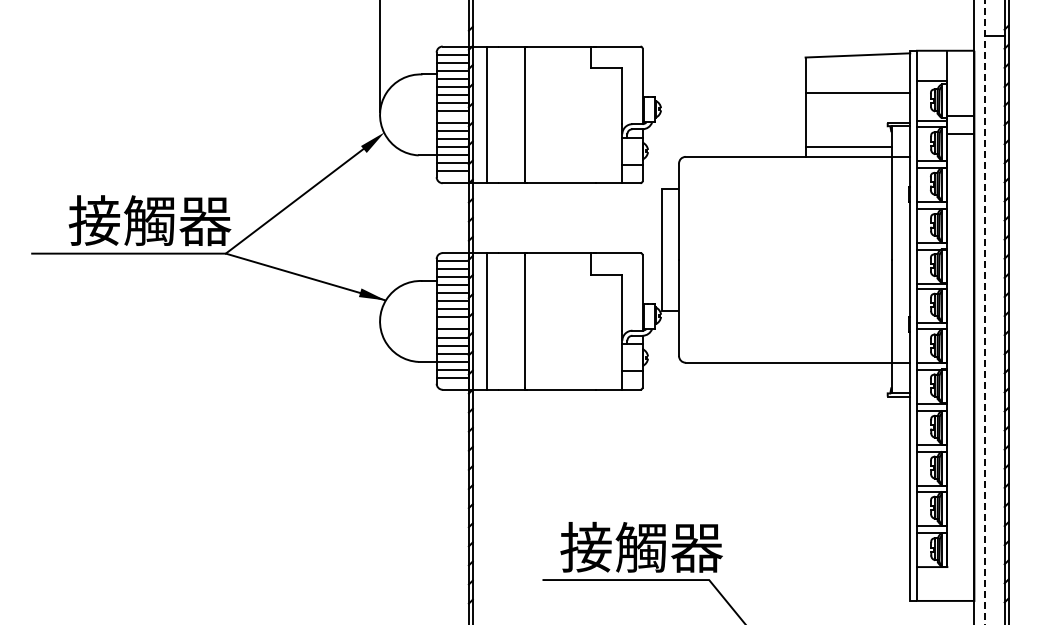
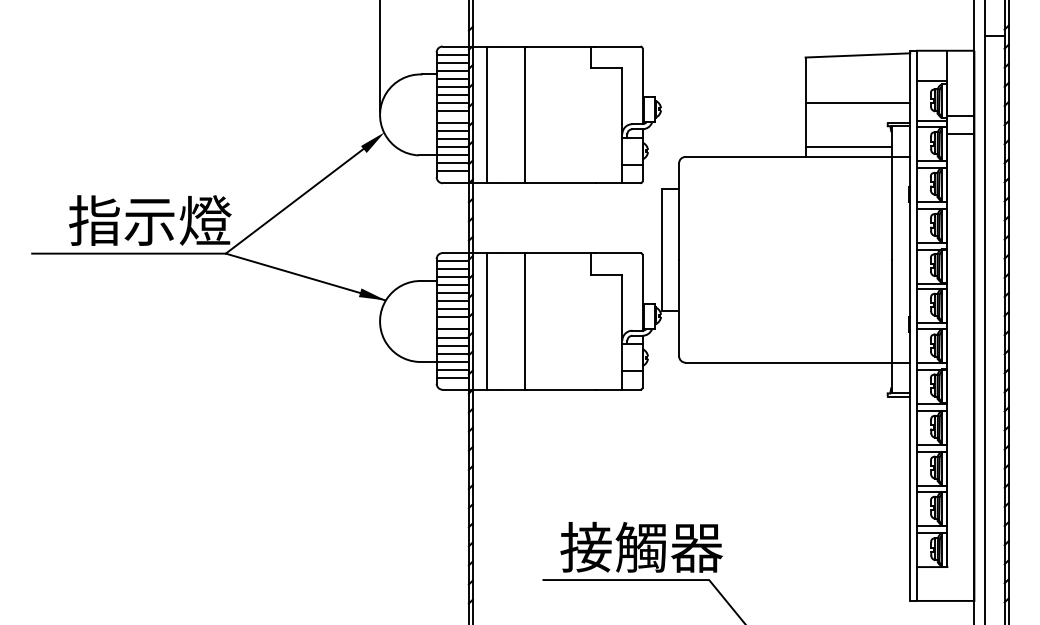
line at (857, 93) position: (857, 93) -> (857, 103)
text at (149, 220): 接觸器 -> 指示燈
line at (984, 312): dashed -> solid
